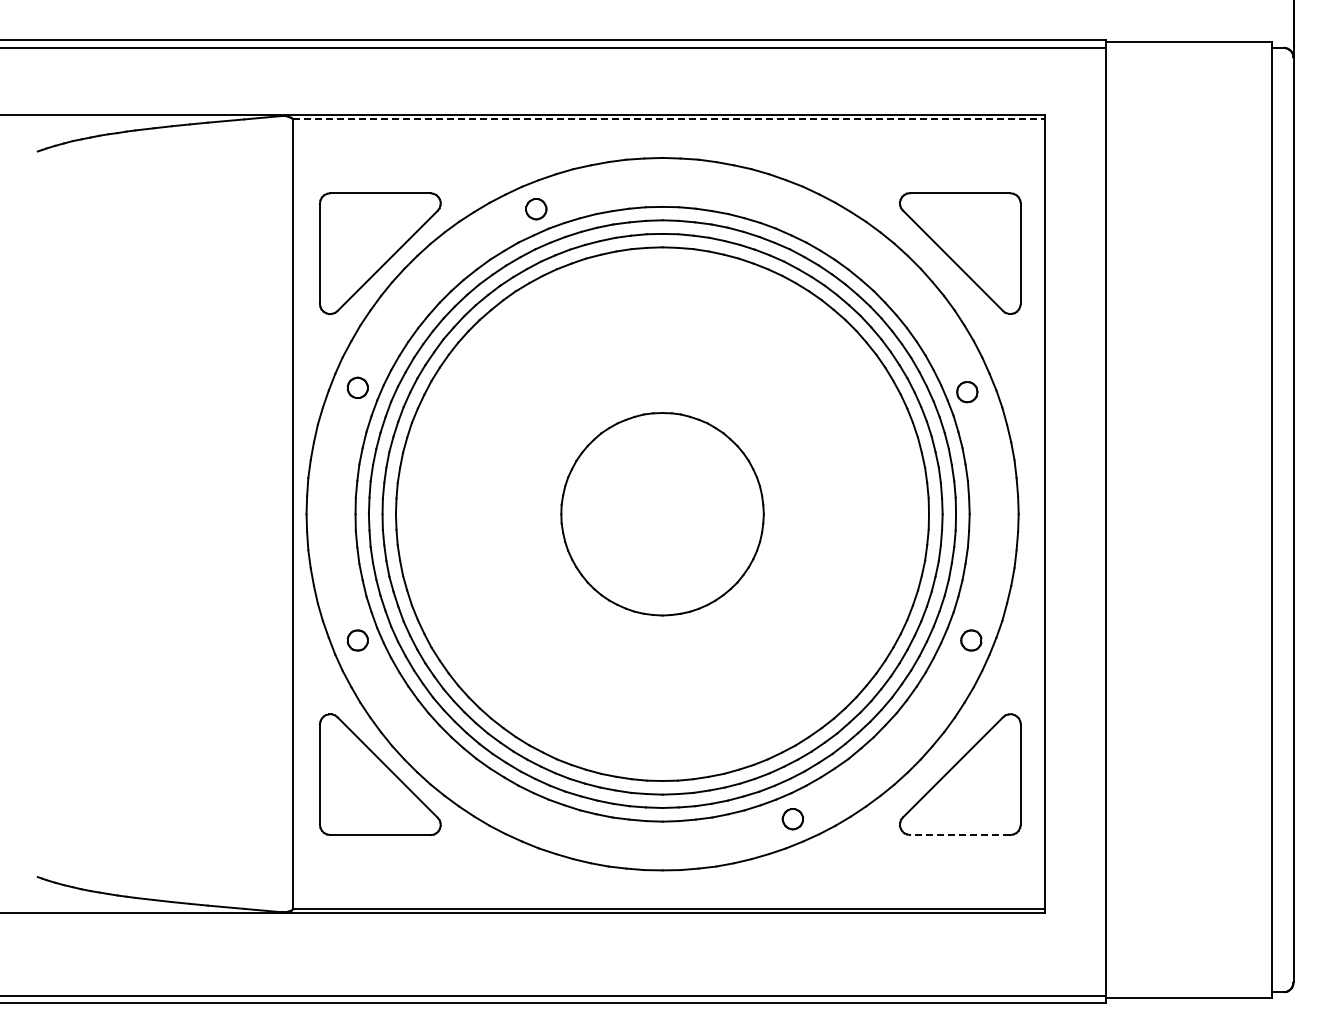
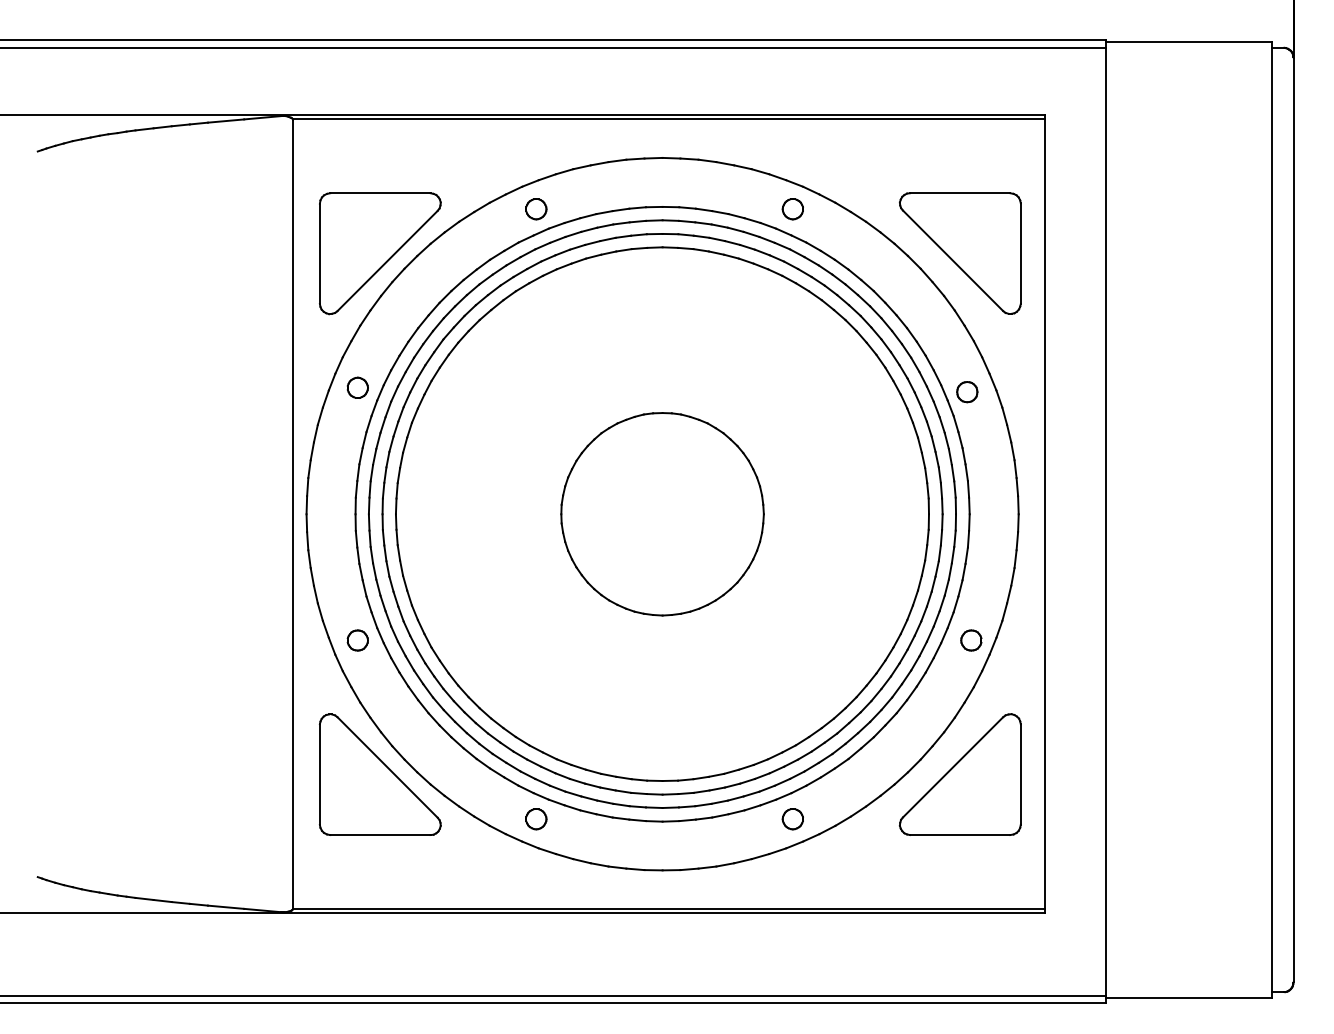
line at (669, 119): dashed -> solid
part at (792, 209): none -> present
part at (536, 819): none -> present
line at (959, 835): dashed -> solid
